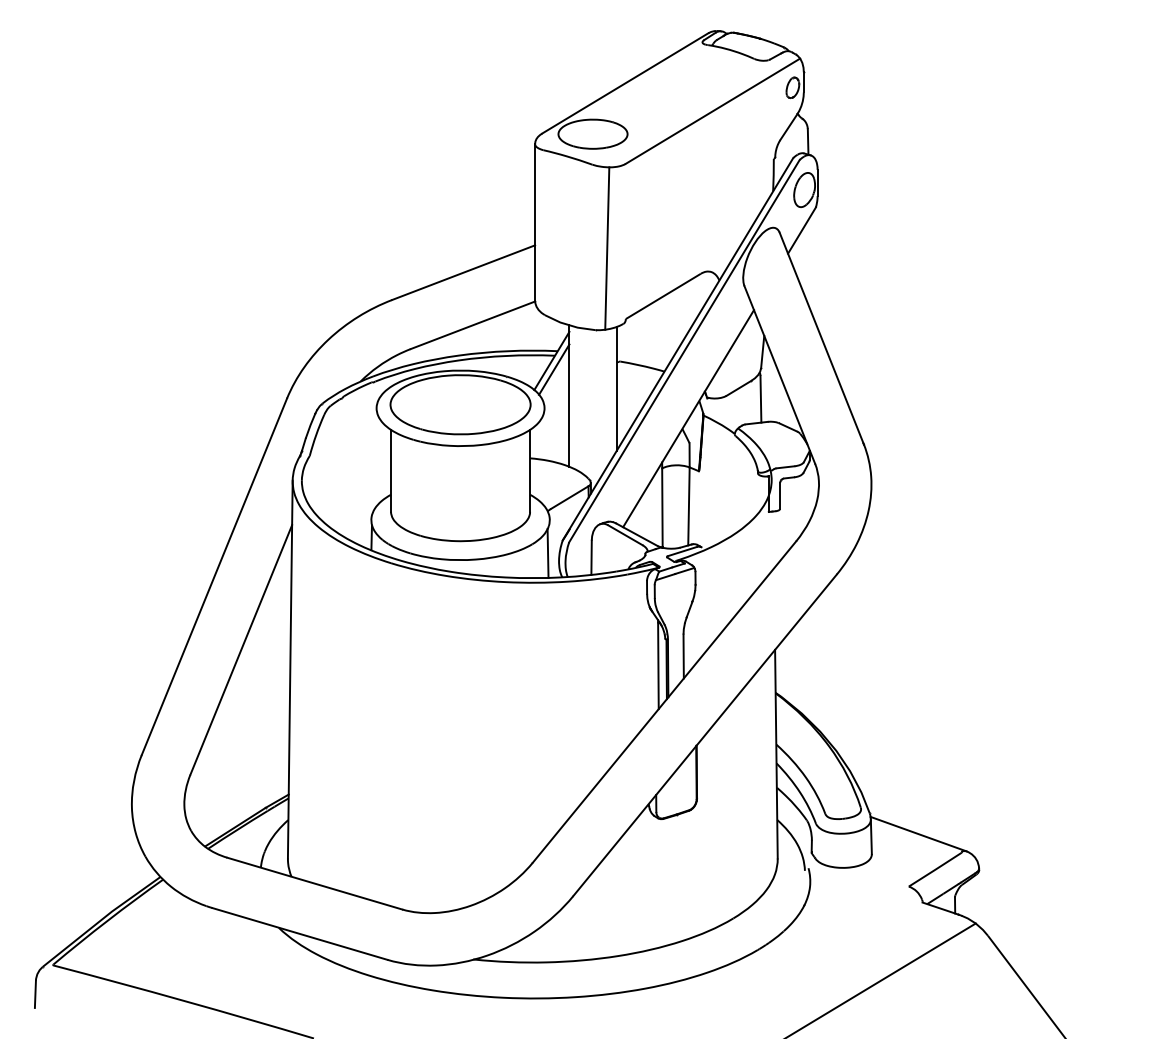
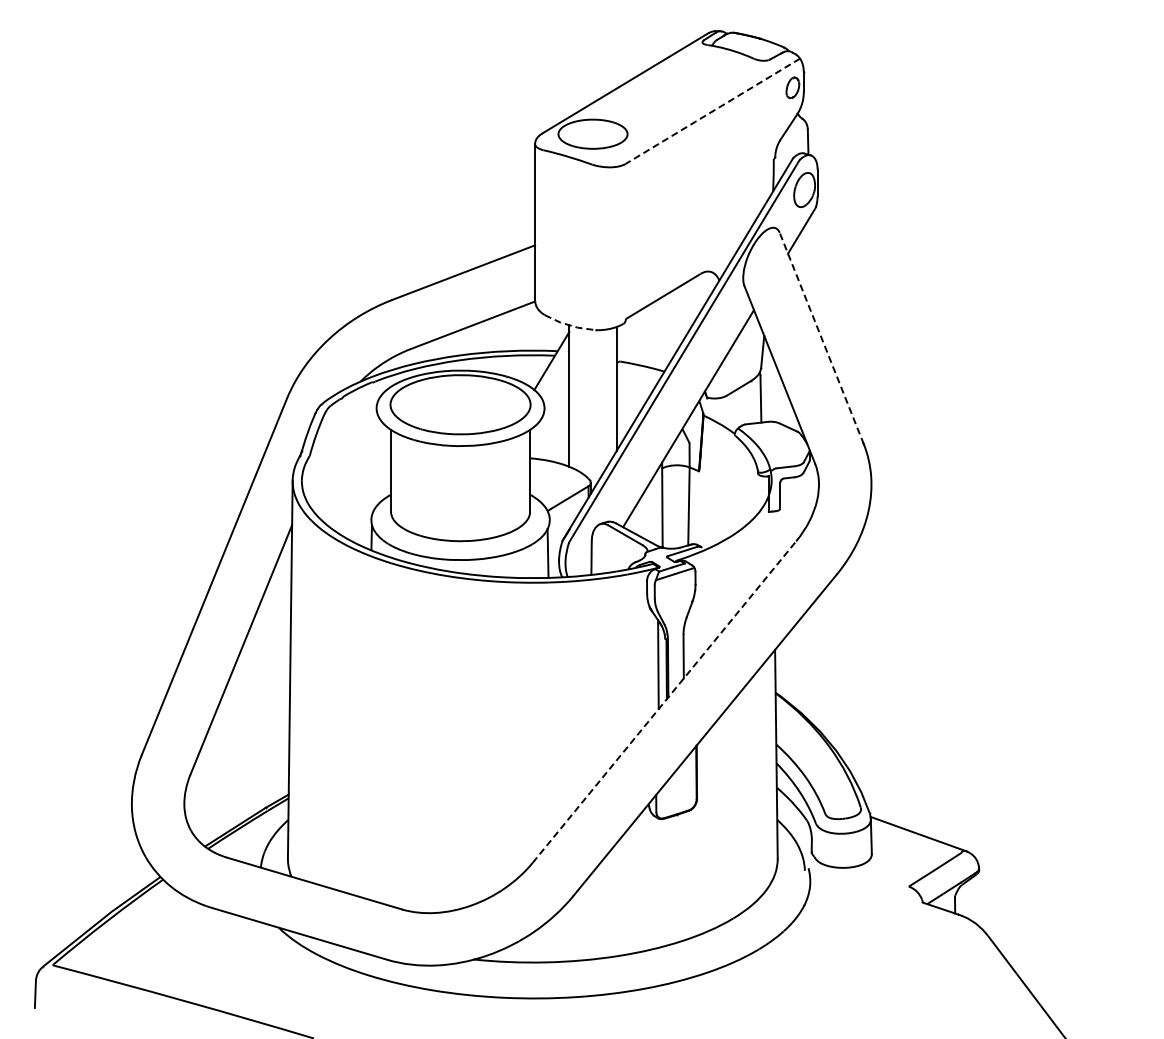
line at (712, 111): solid -> dashed
line at (607, 248): present -> none
line at (569, 325): solid -> dashed
line at (821, 338): solid -> dashed
line at (554, 369): present -> none
line at (664, 702): solid -> dashed
line at (882, 979): present -> none
